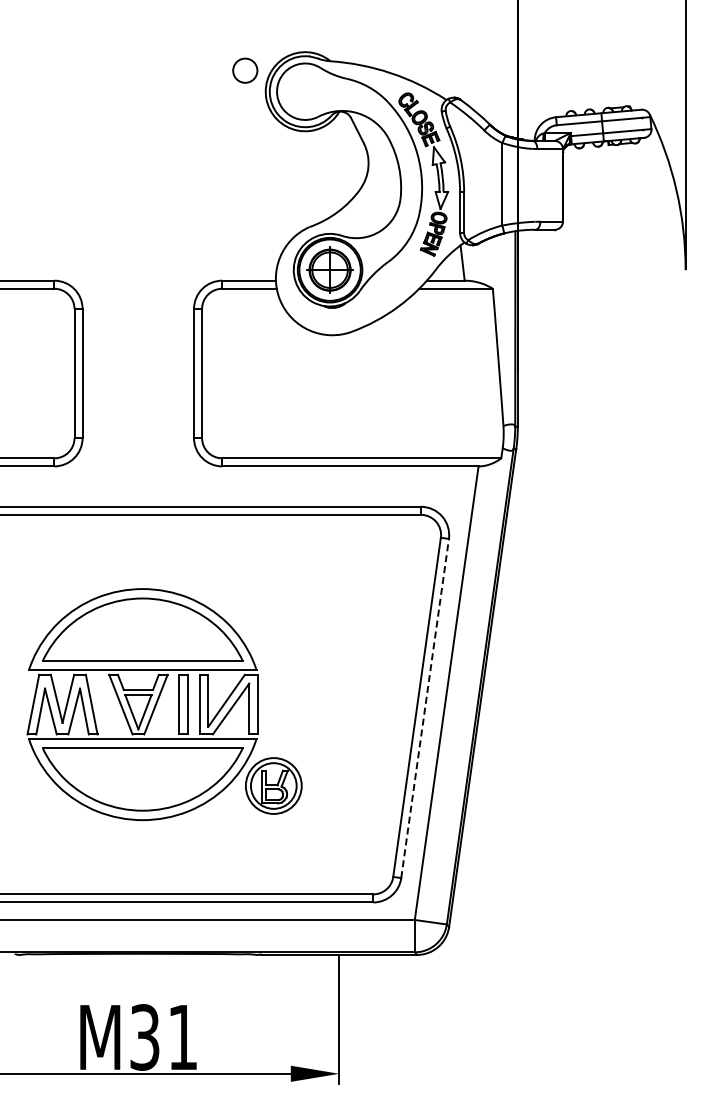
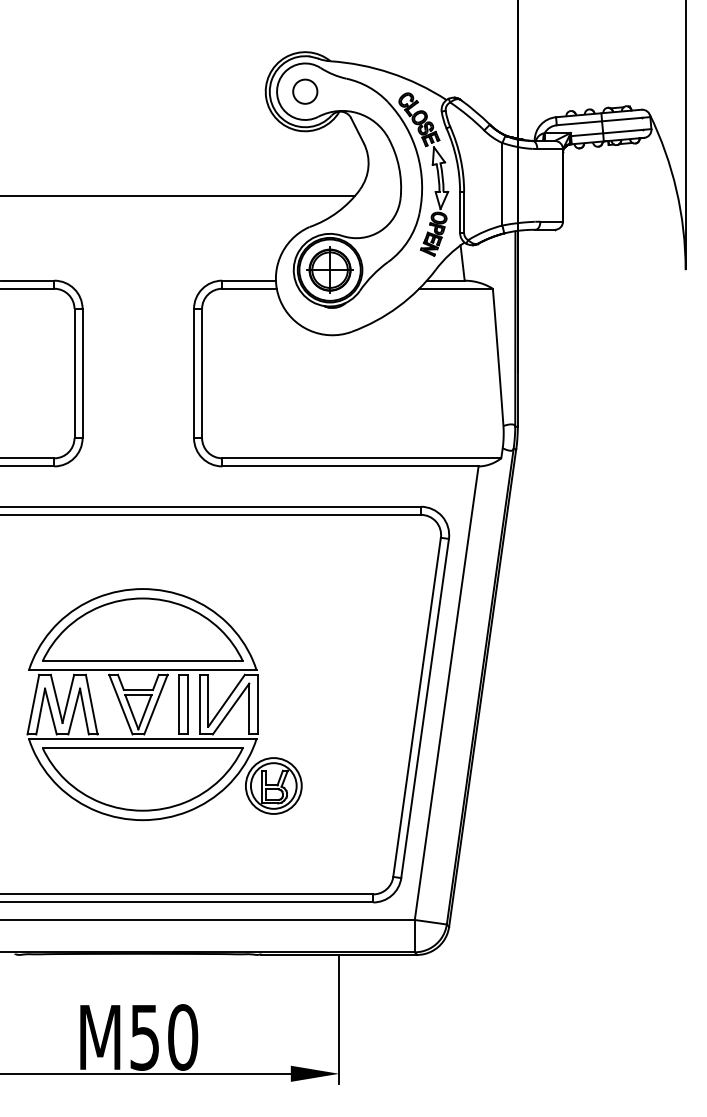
circle at (245, 70) position: (245, 70) -> (305, 91)
line at (178, 195): none -> present
line at (425, 708): dashed -> solid
text at (164, 1037): M31 -> M50
